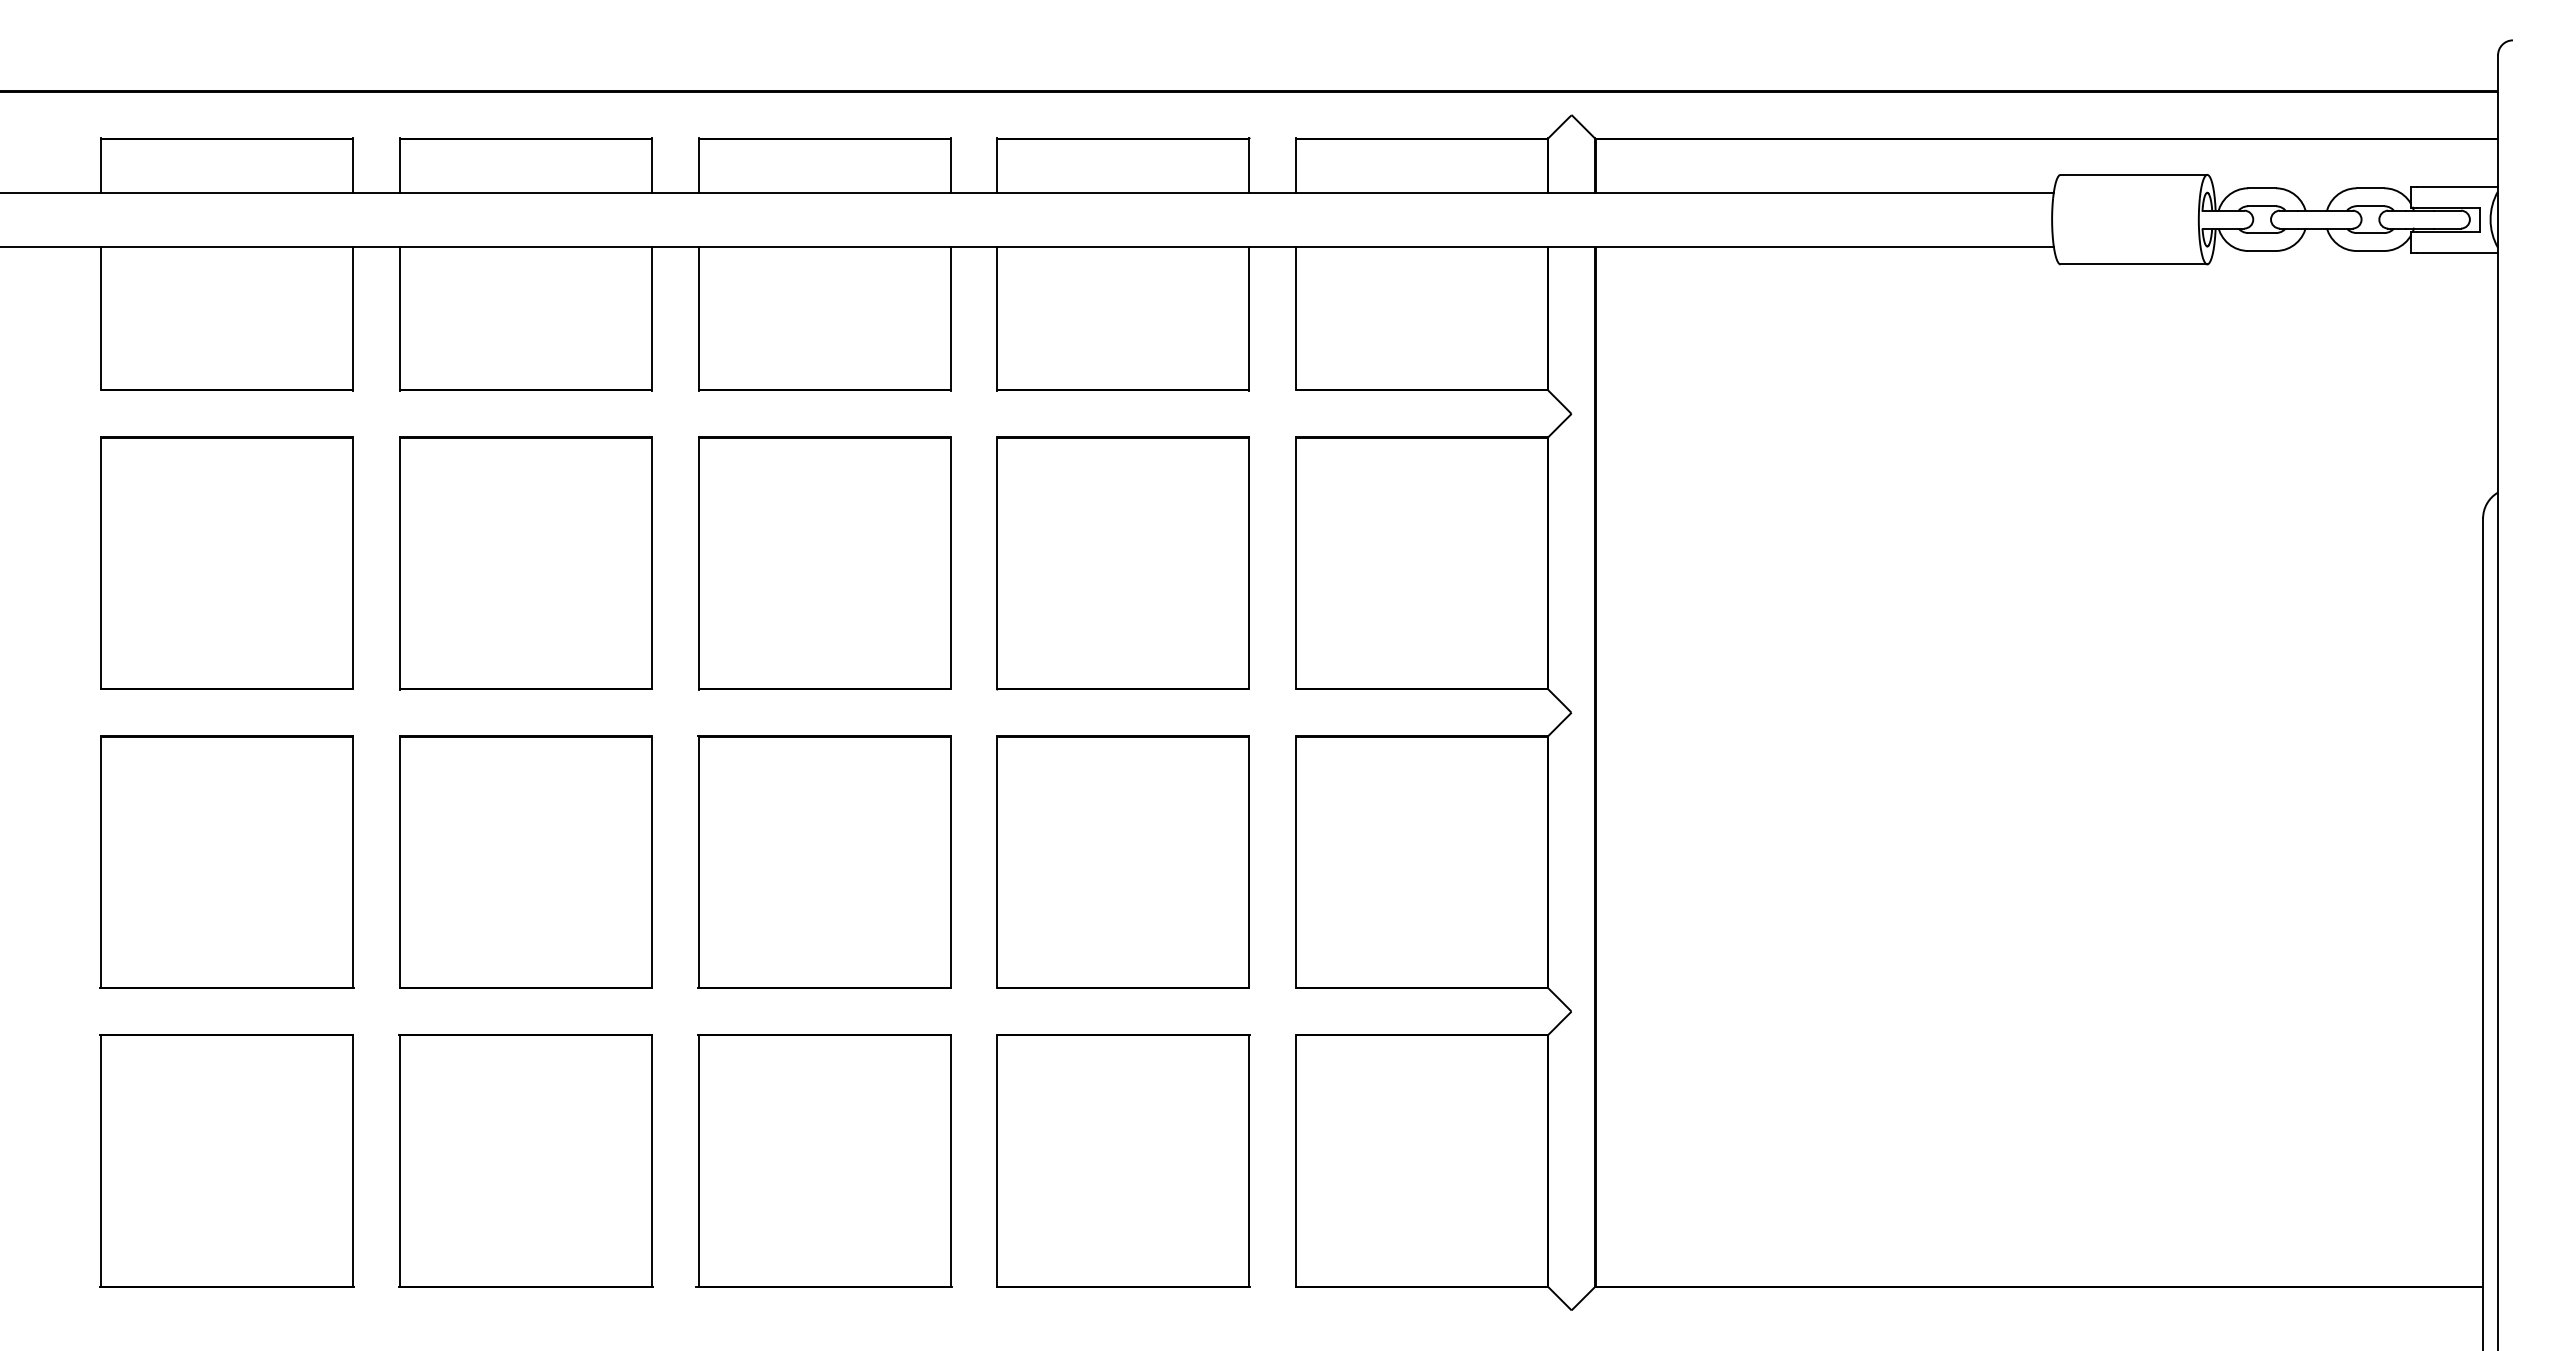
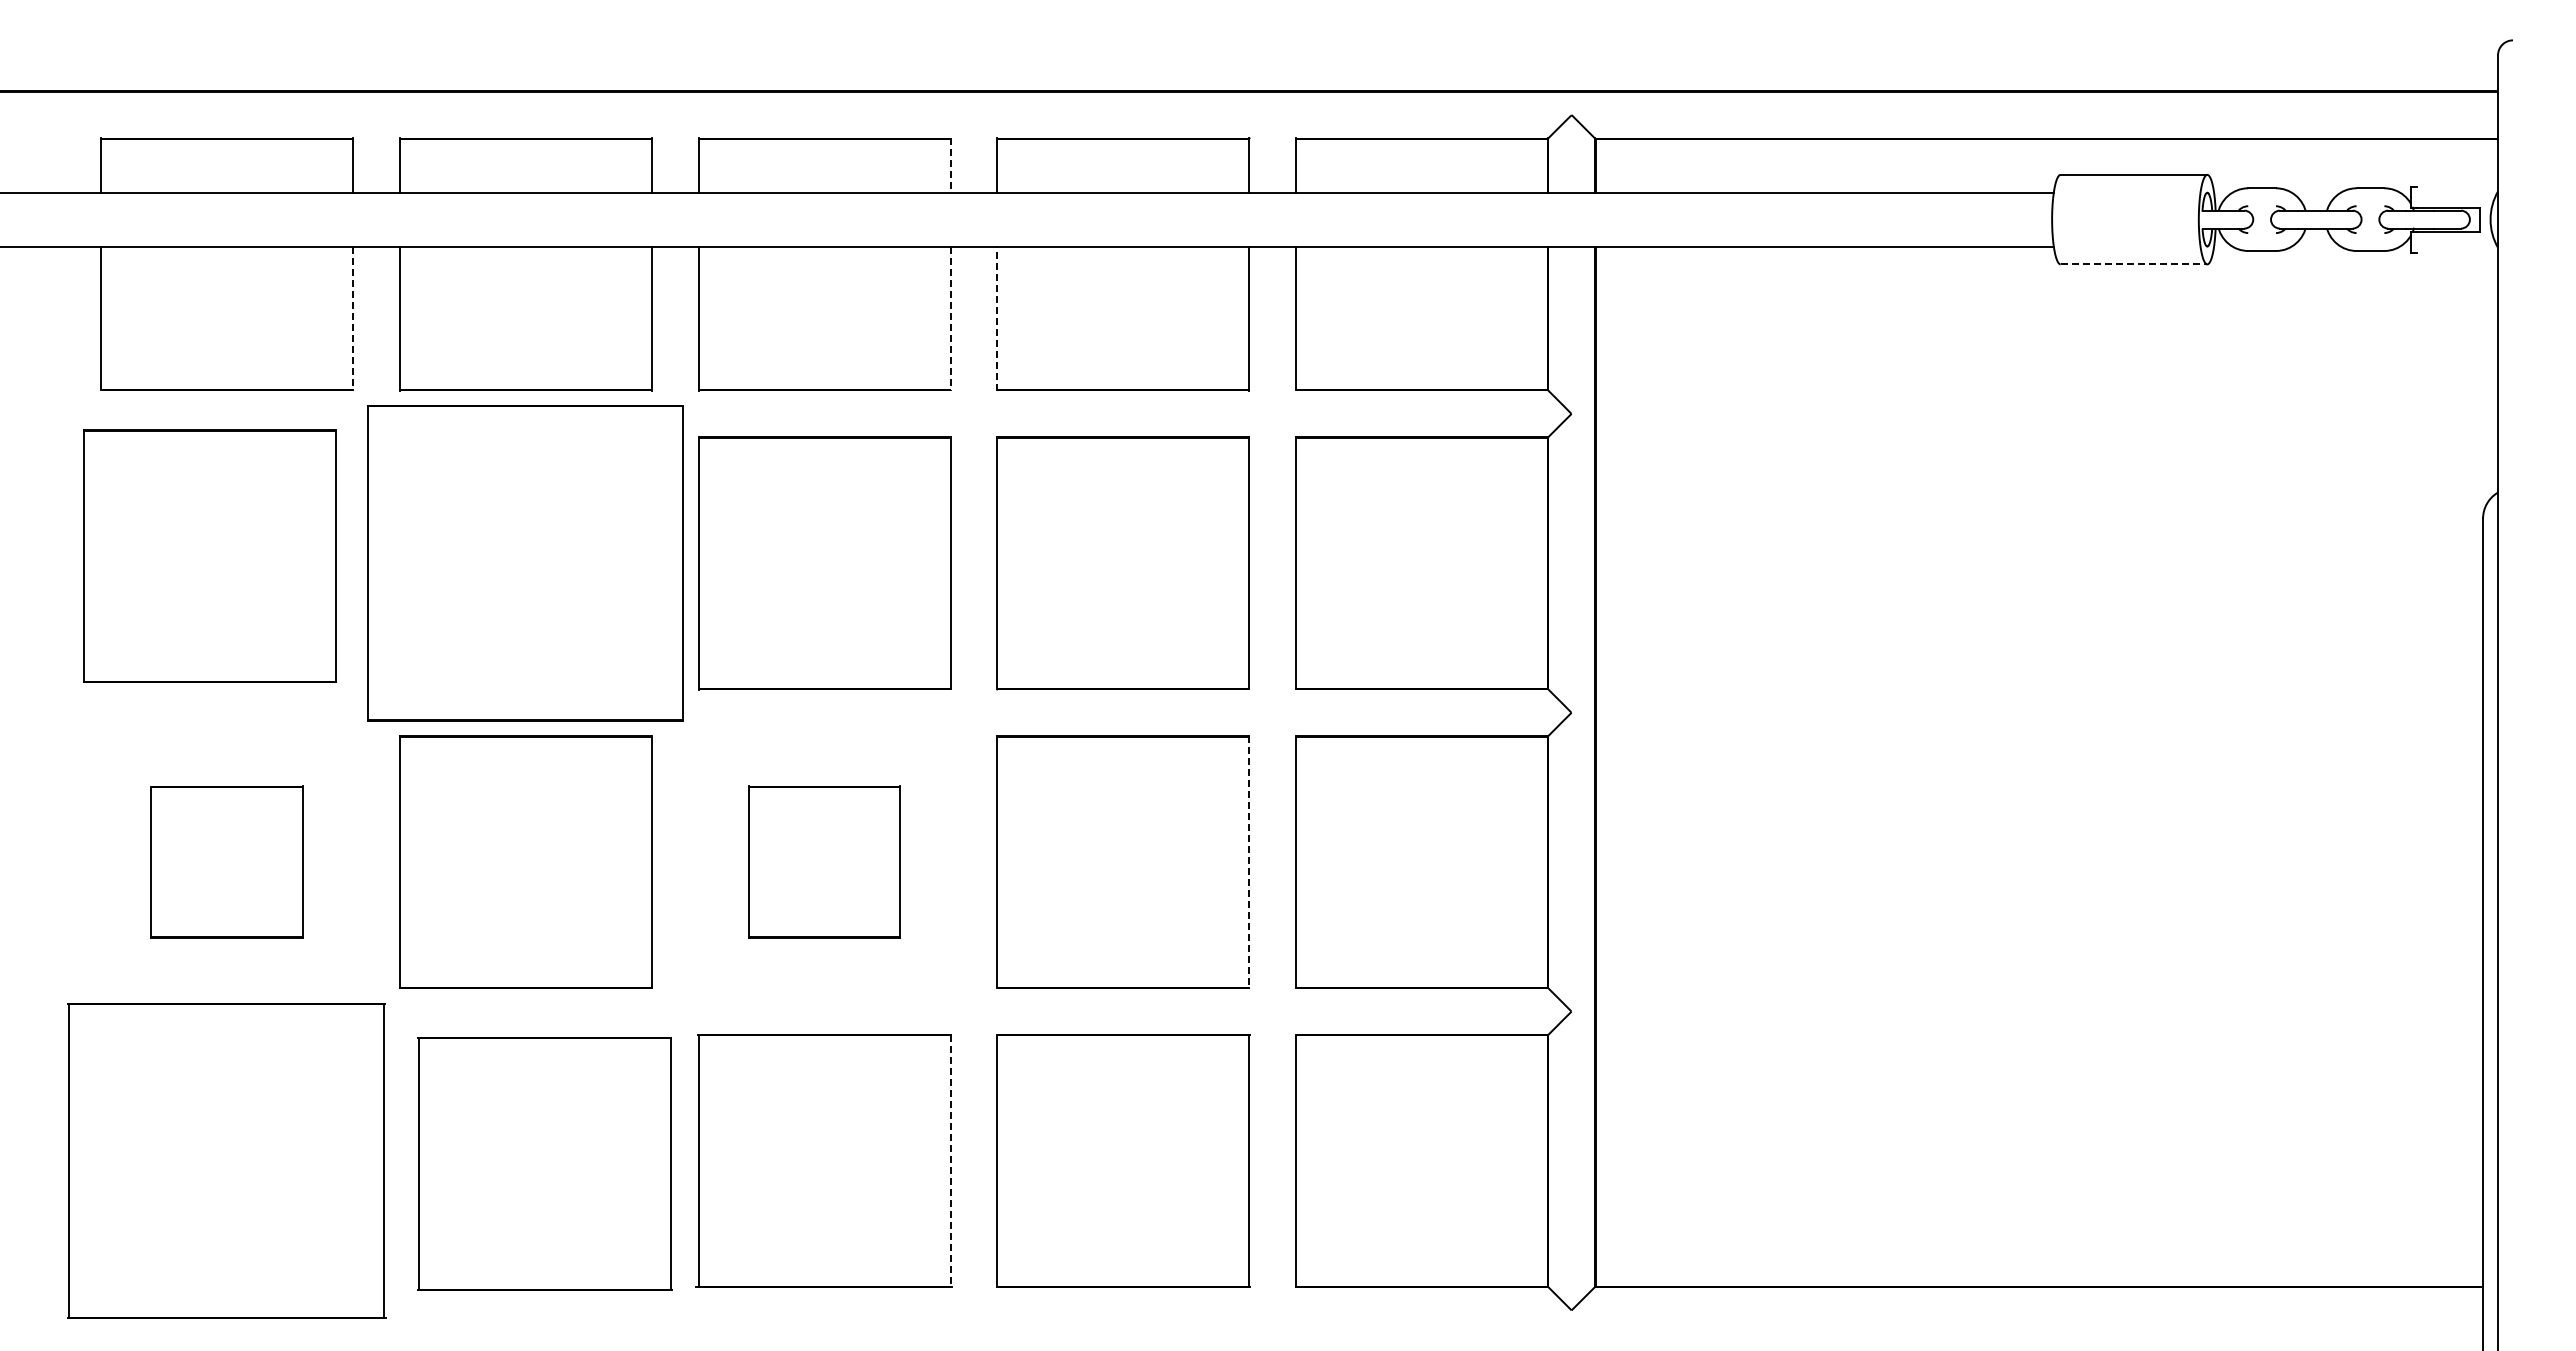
line at (950, 166): solid -> dashed
line at (2457, 186): present -> none
line at (2262, 206): present -> none
line at (2370, 206): present -> none
line at (2262, 233): present -> none
line at (2370, 233): present -> none
line at (2457, 252): present -> none
line at (2134, 264): solid -> dashed
line at (352, 318): solid -> dashed
line at (950, 318): solid -> dashed
line at (997, 318): solid -> dashed
part at (226, 562) position: (226, 562) -> (209, 555)
part at (525, 563) size: 254x255 px -> 317x317 px
part at (226, 861) size: 256x254 px -> 154x154 px
part at (824, 861) size: 255x254 px -> 153x154 px
line at (1249, 862): solid -> dashed
part at (226, 1160) size: 256x254 px -> 320x316 px
part at (525, 1160) position: (525, 1160) -> (544, 1163)
line at (950, 1161): solid -> dashed
